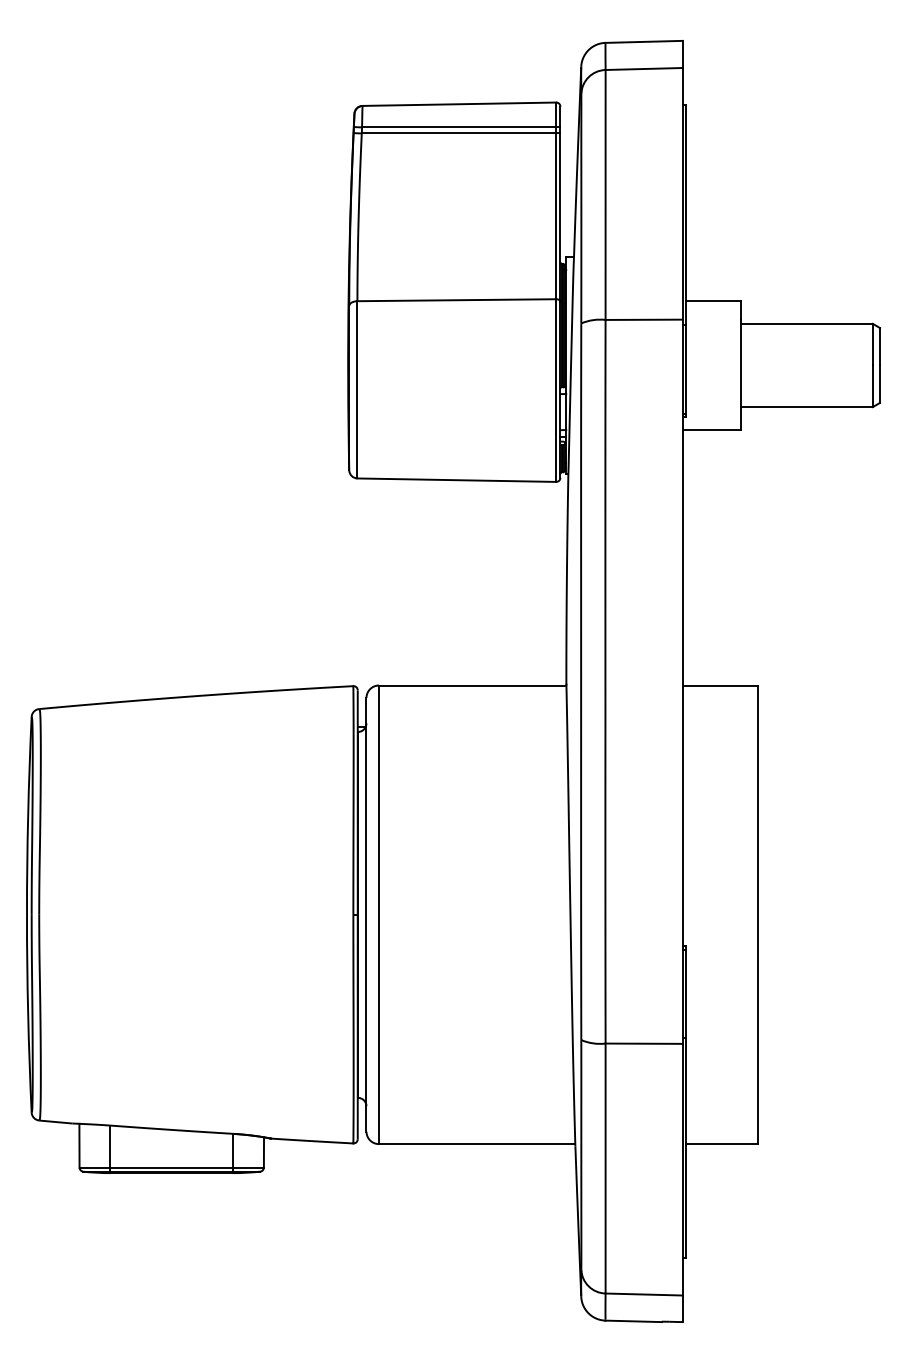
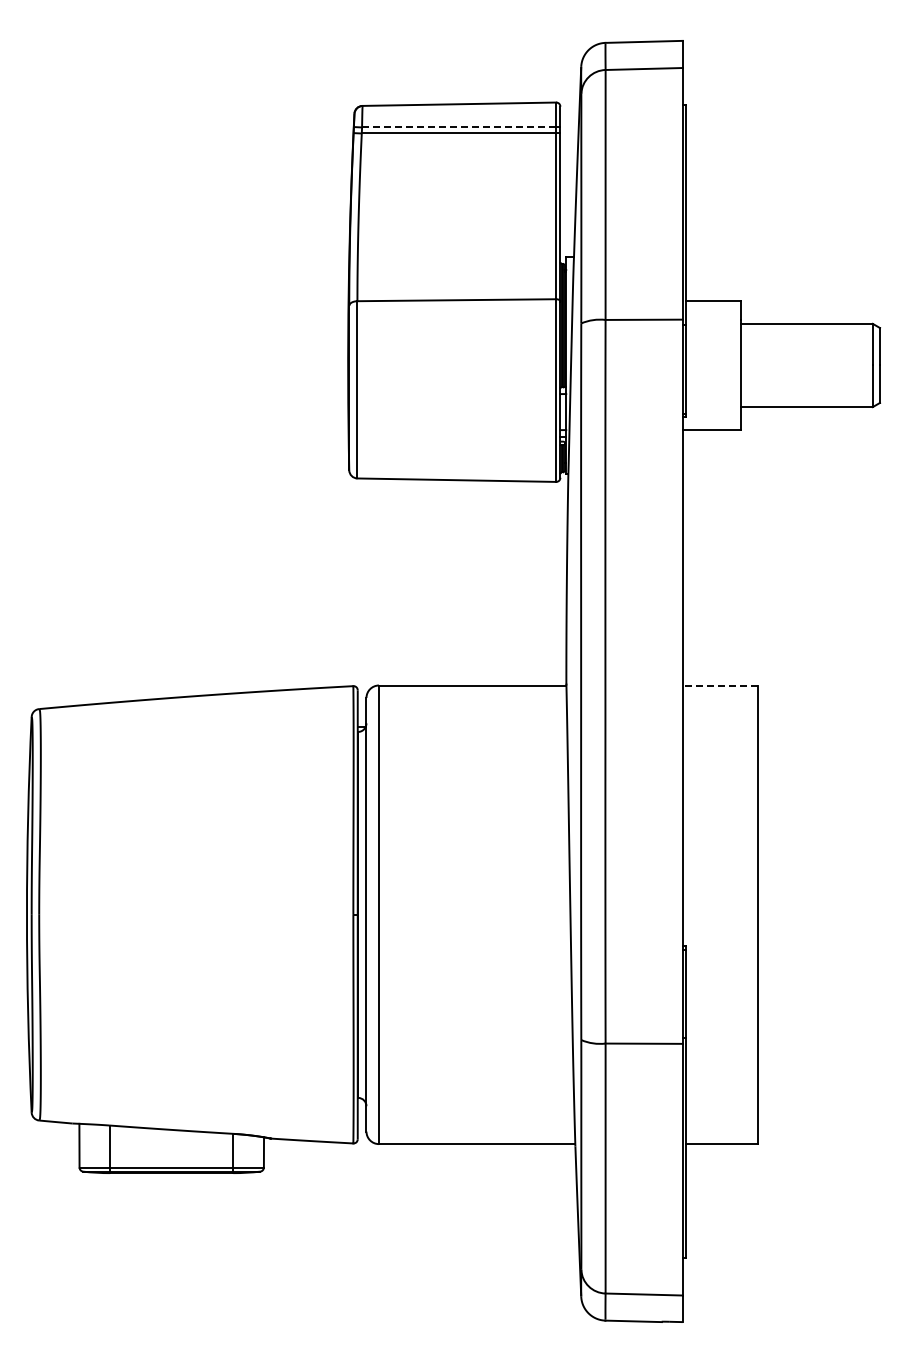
line at (459, 127): solid -> dashed
line at (719, 685): solid -> dashed
